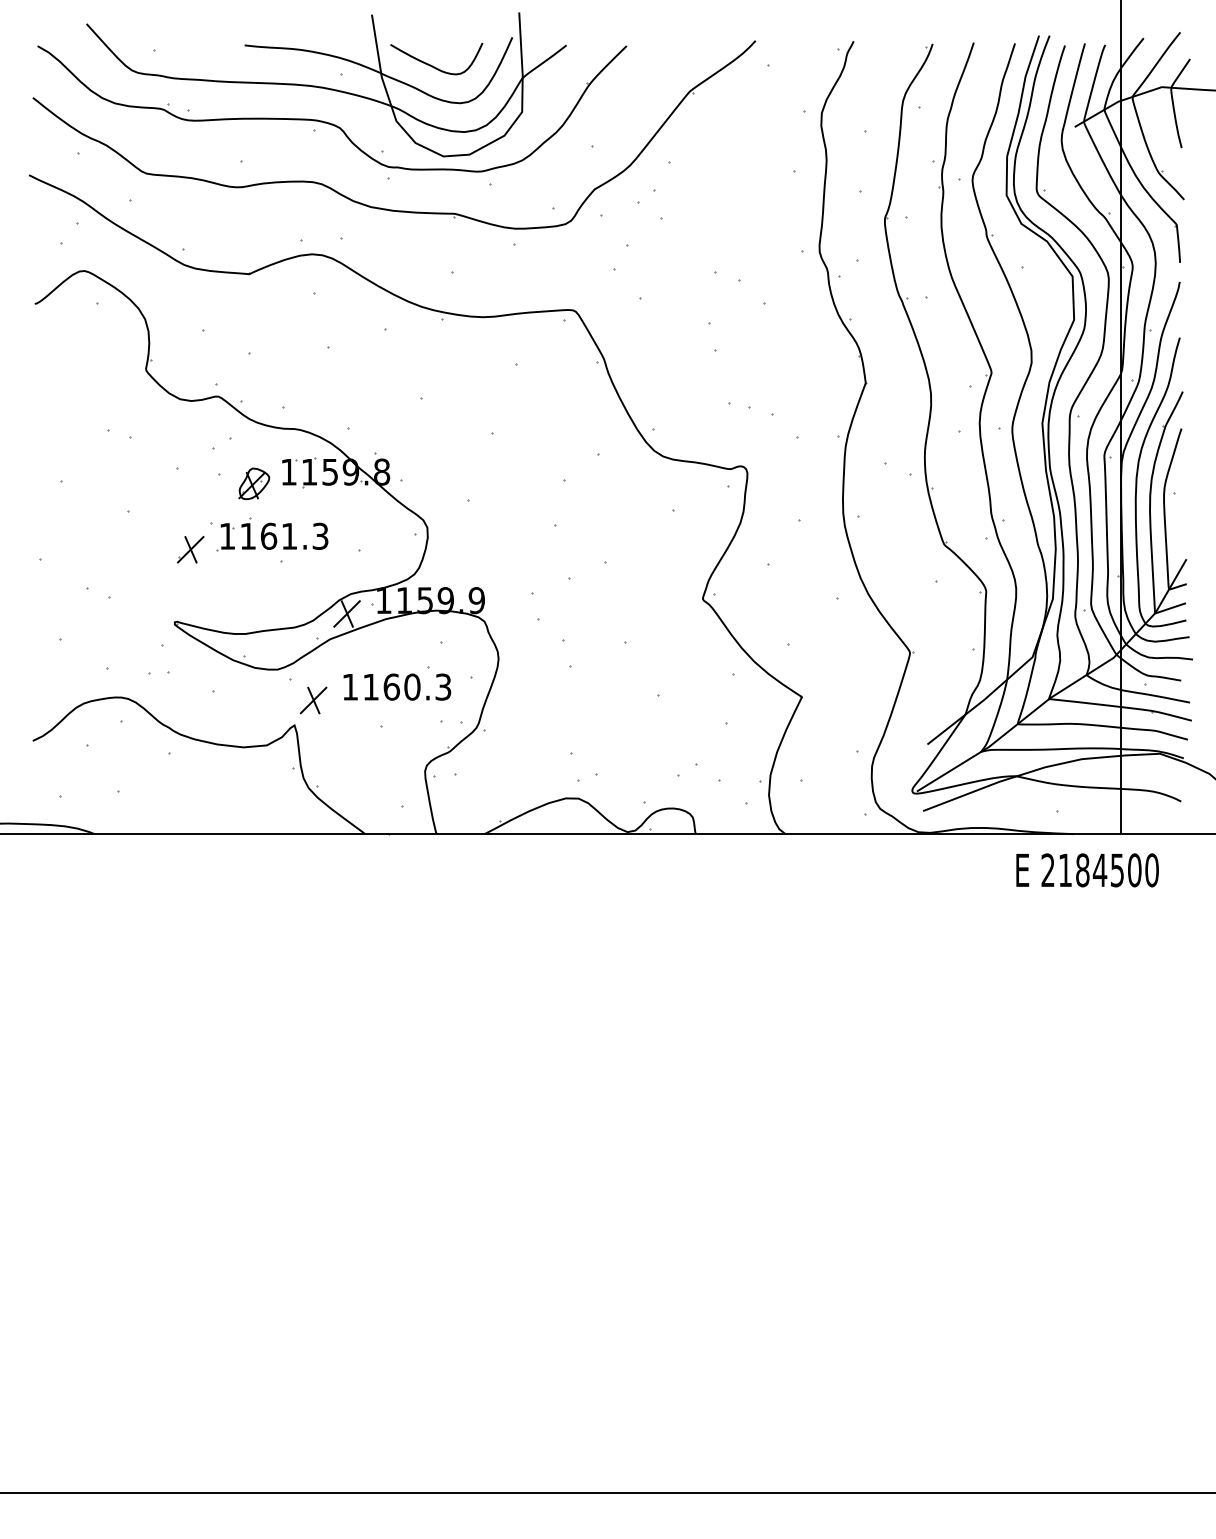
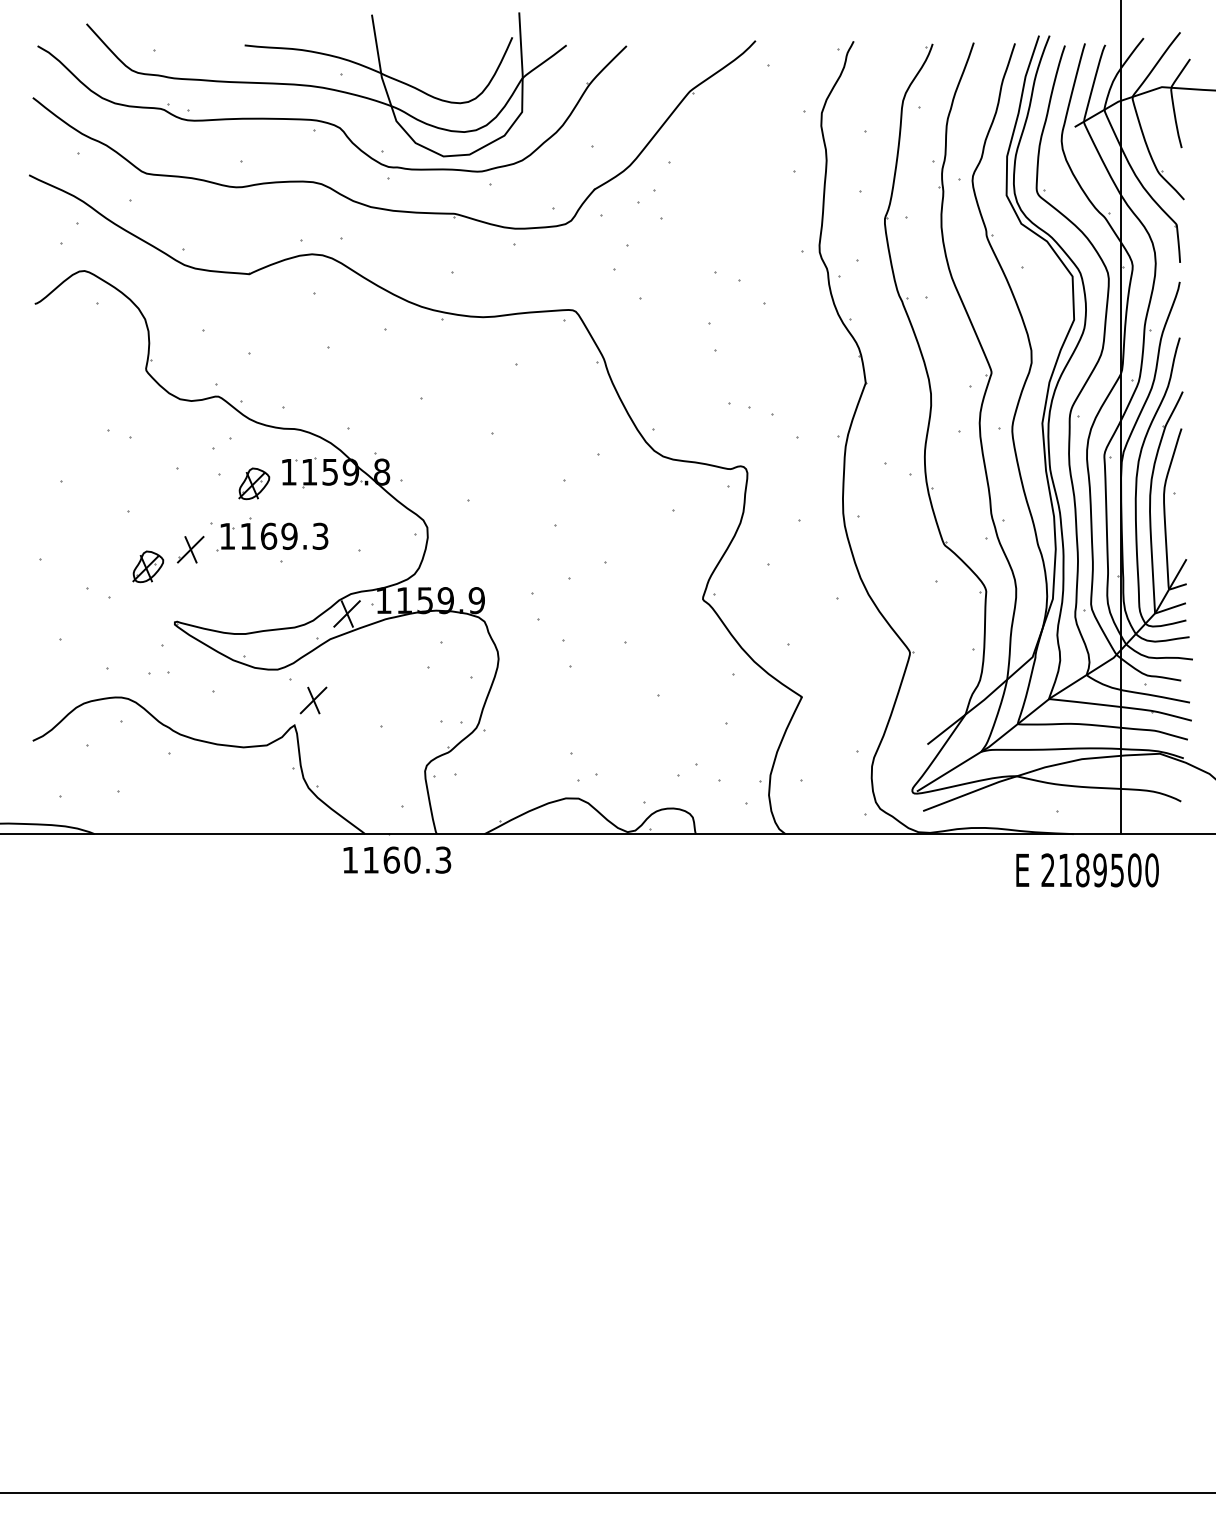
curve at (432, 65): present -> none
text at (289, 535): 1161.3 -> 1169.3
part at (148, 566): none -> present
text at (397, 686) position: (397, 686) -> (397, 859)
text at (1099, 870): 2184500 -> 2189500
